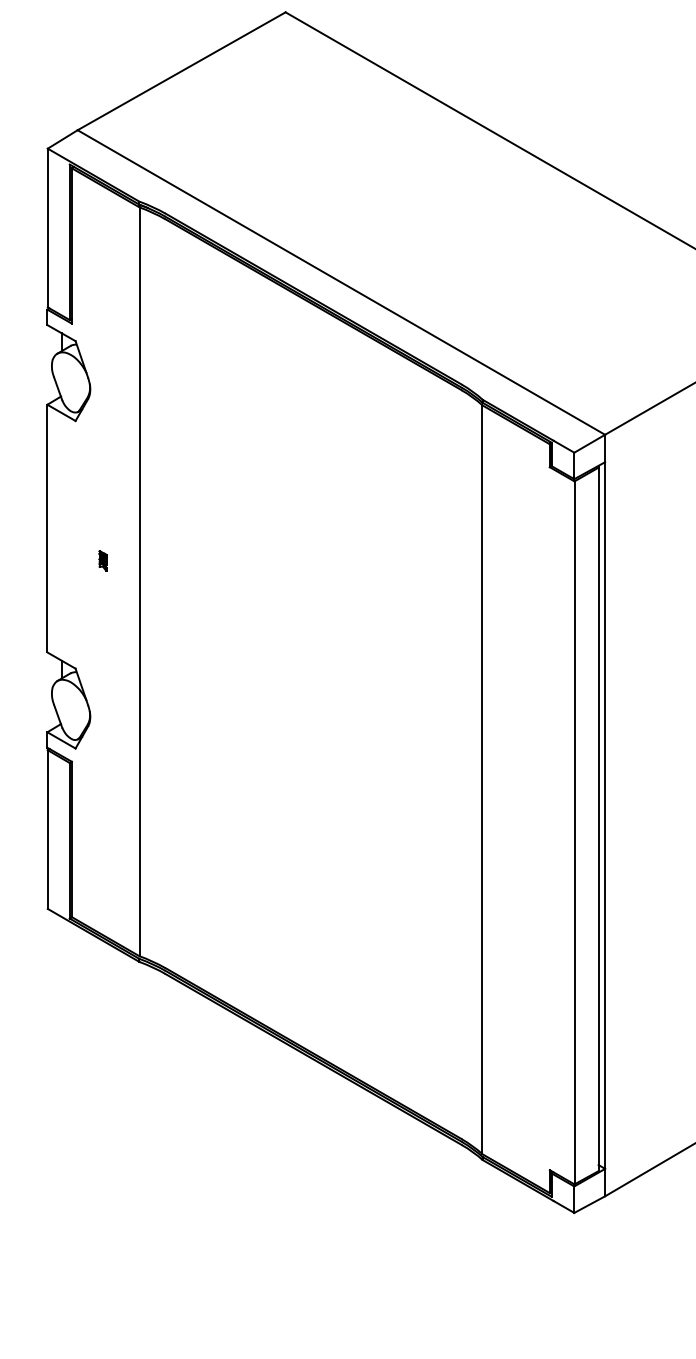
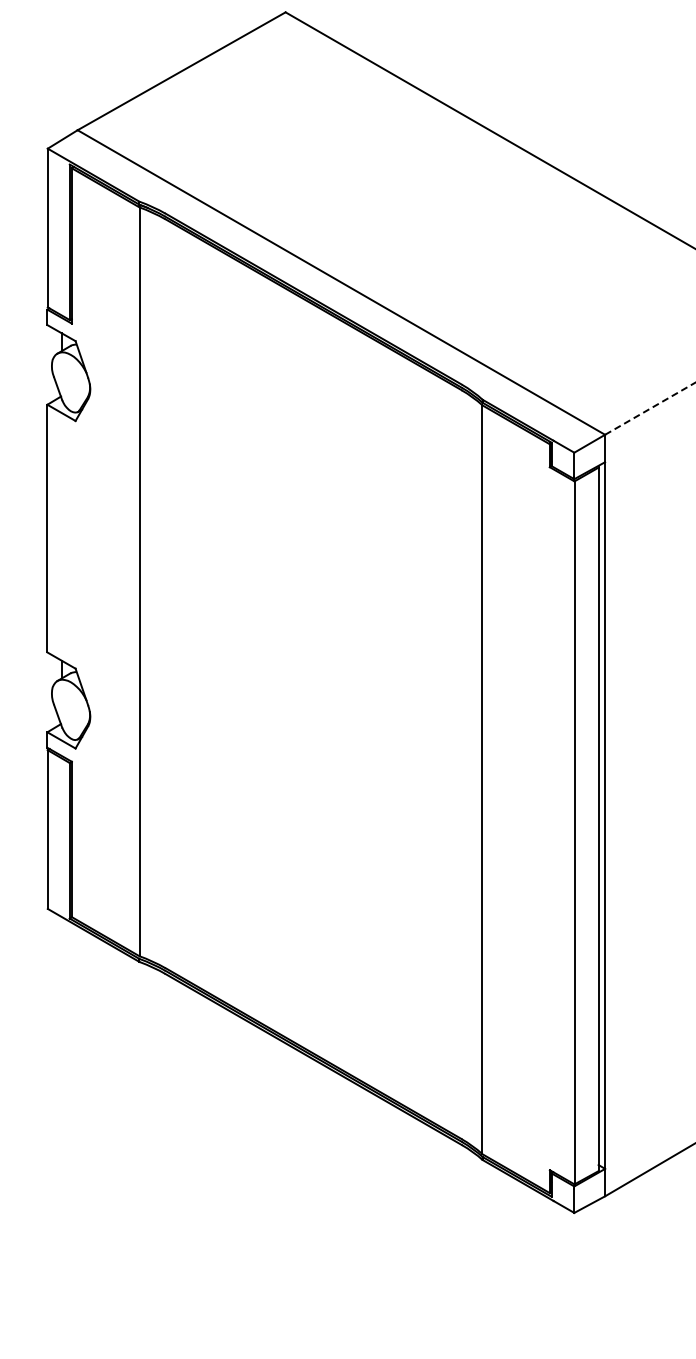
line at (650, 408): solid -> dashed
part at (102, 560): present -> none
